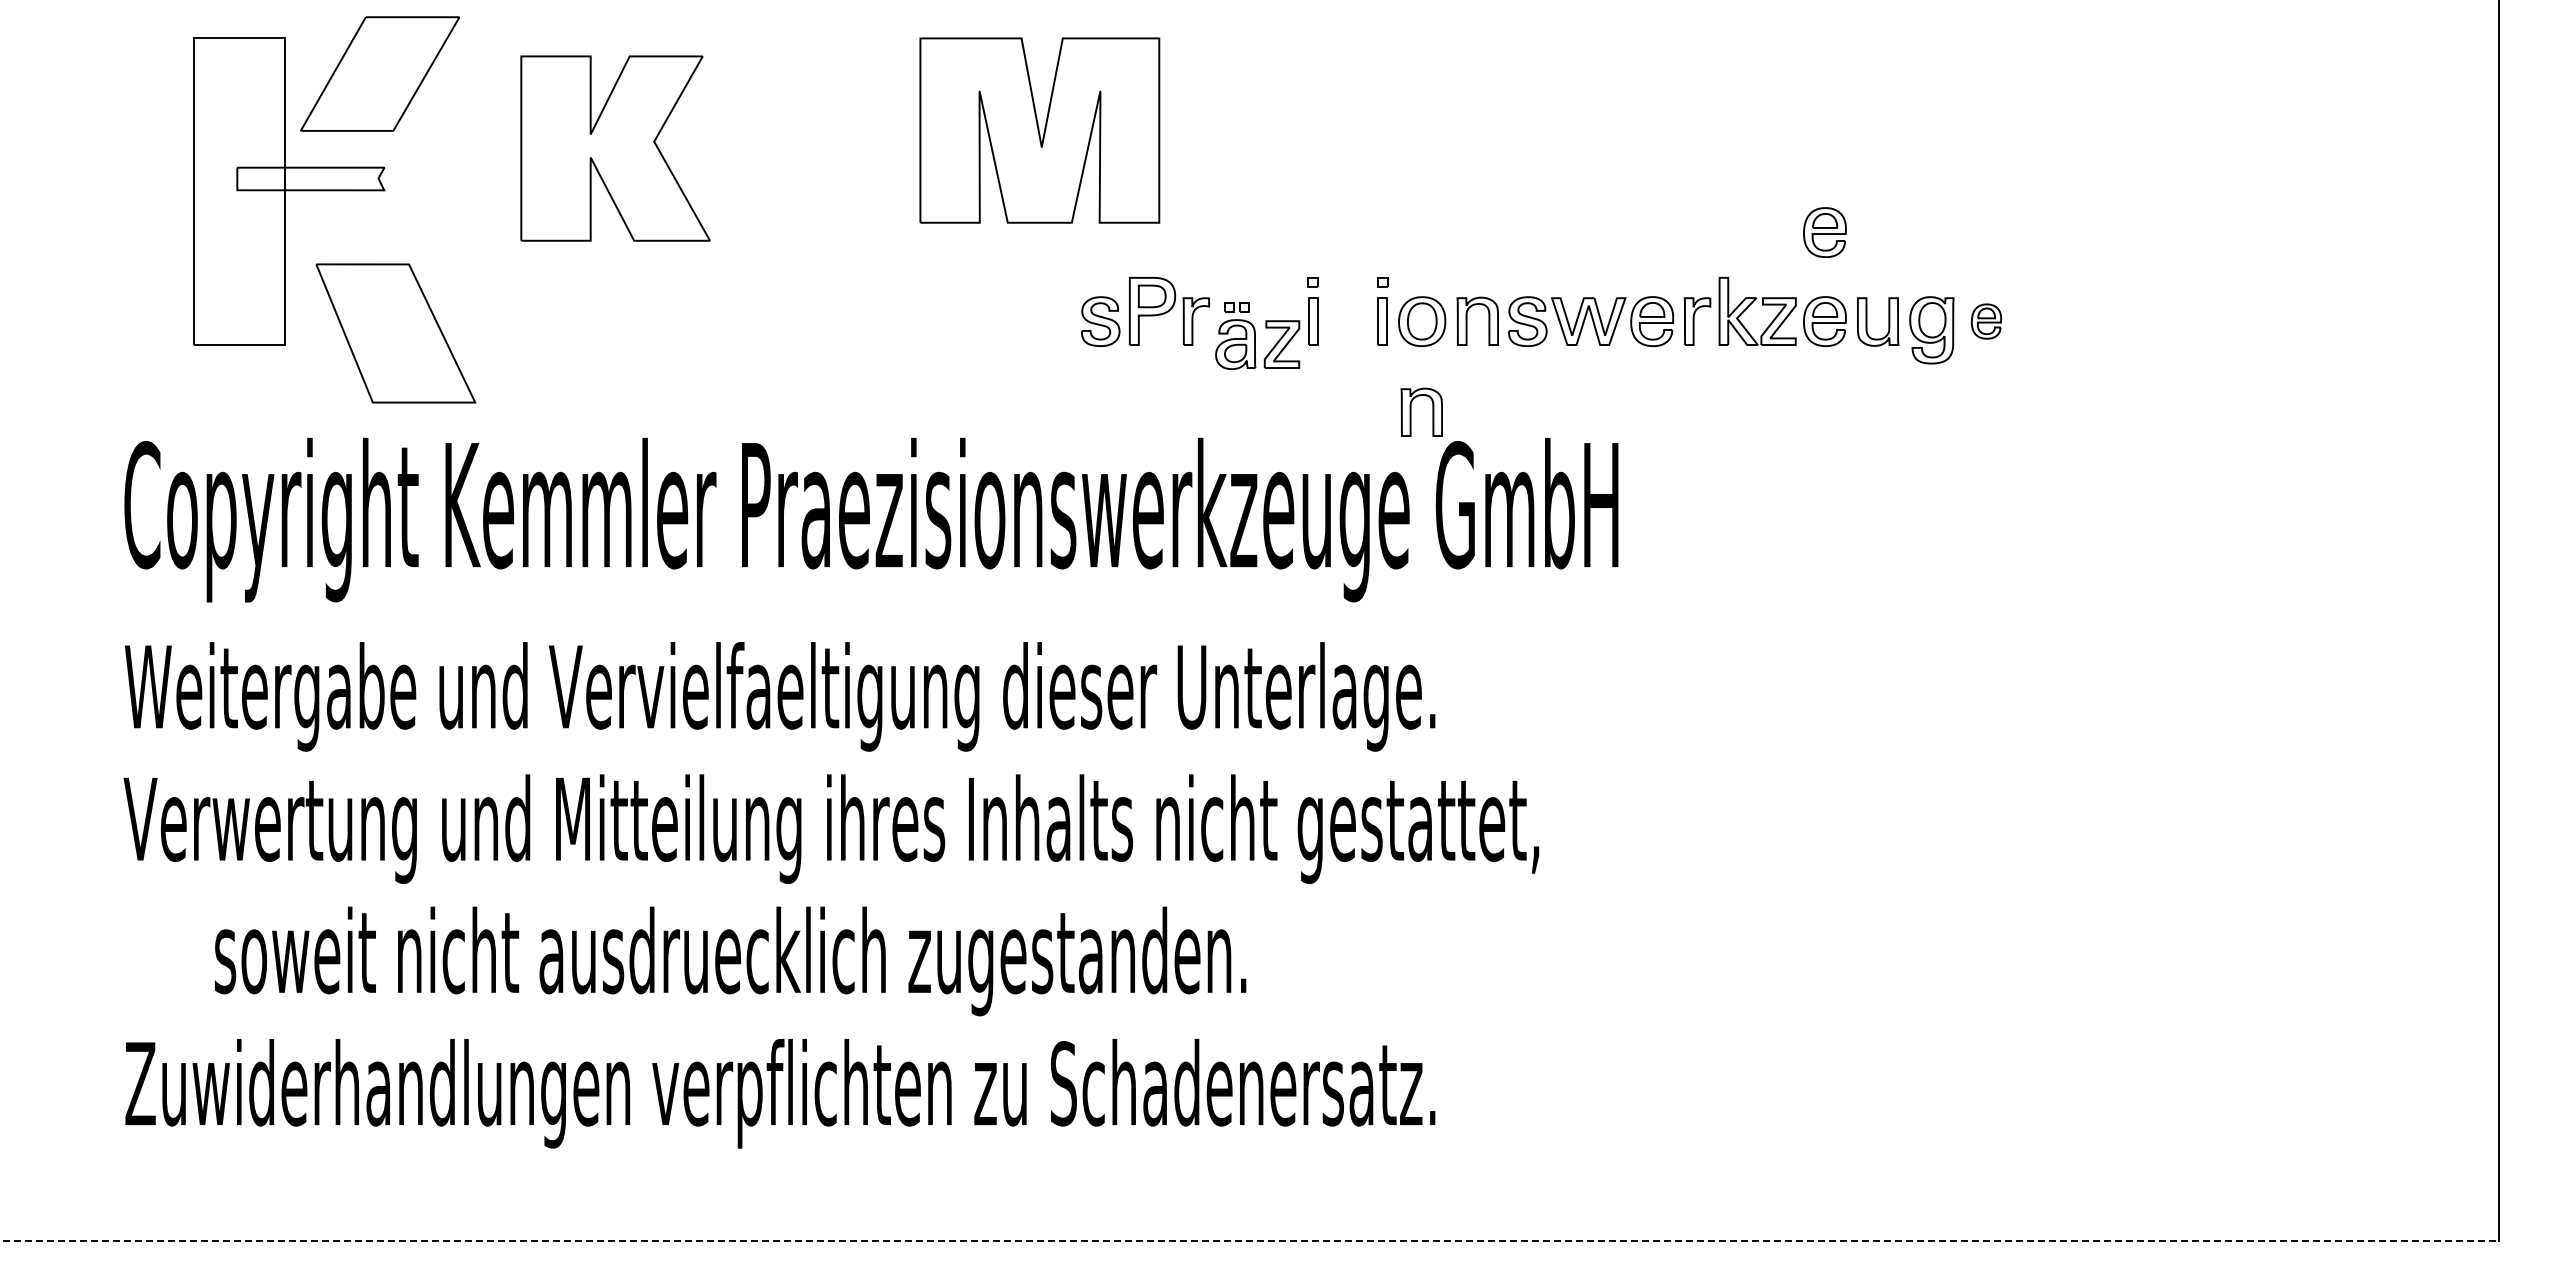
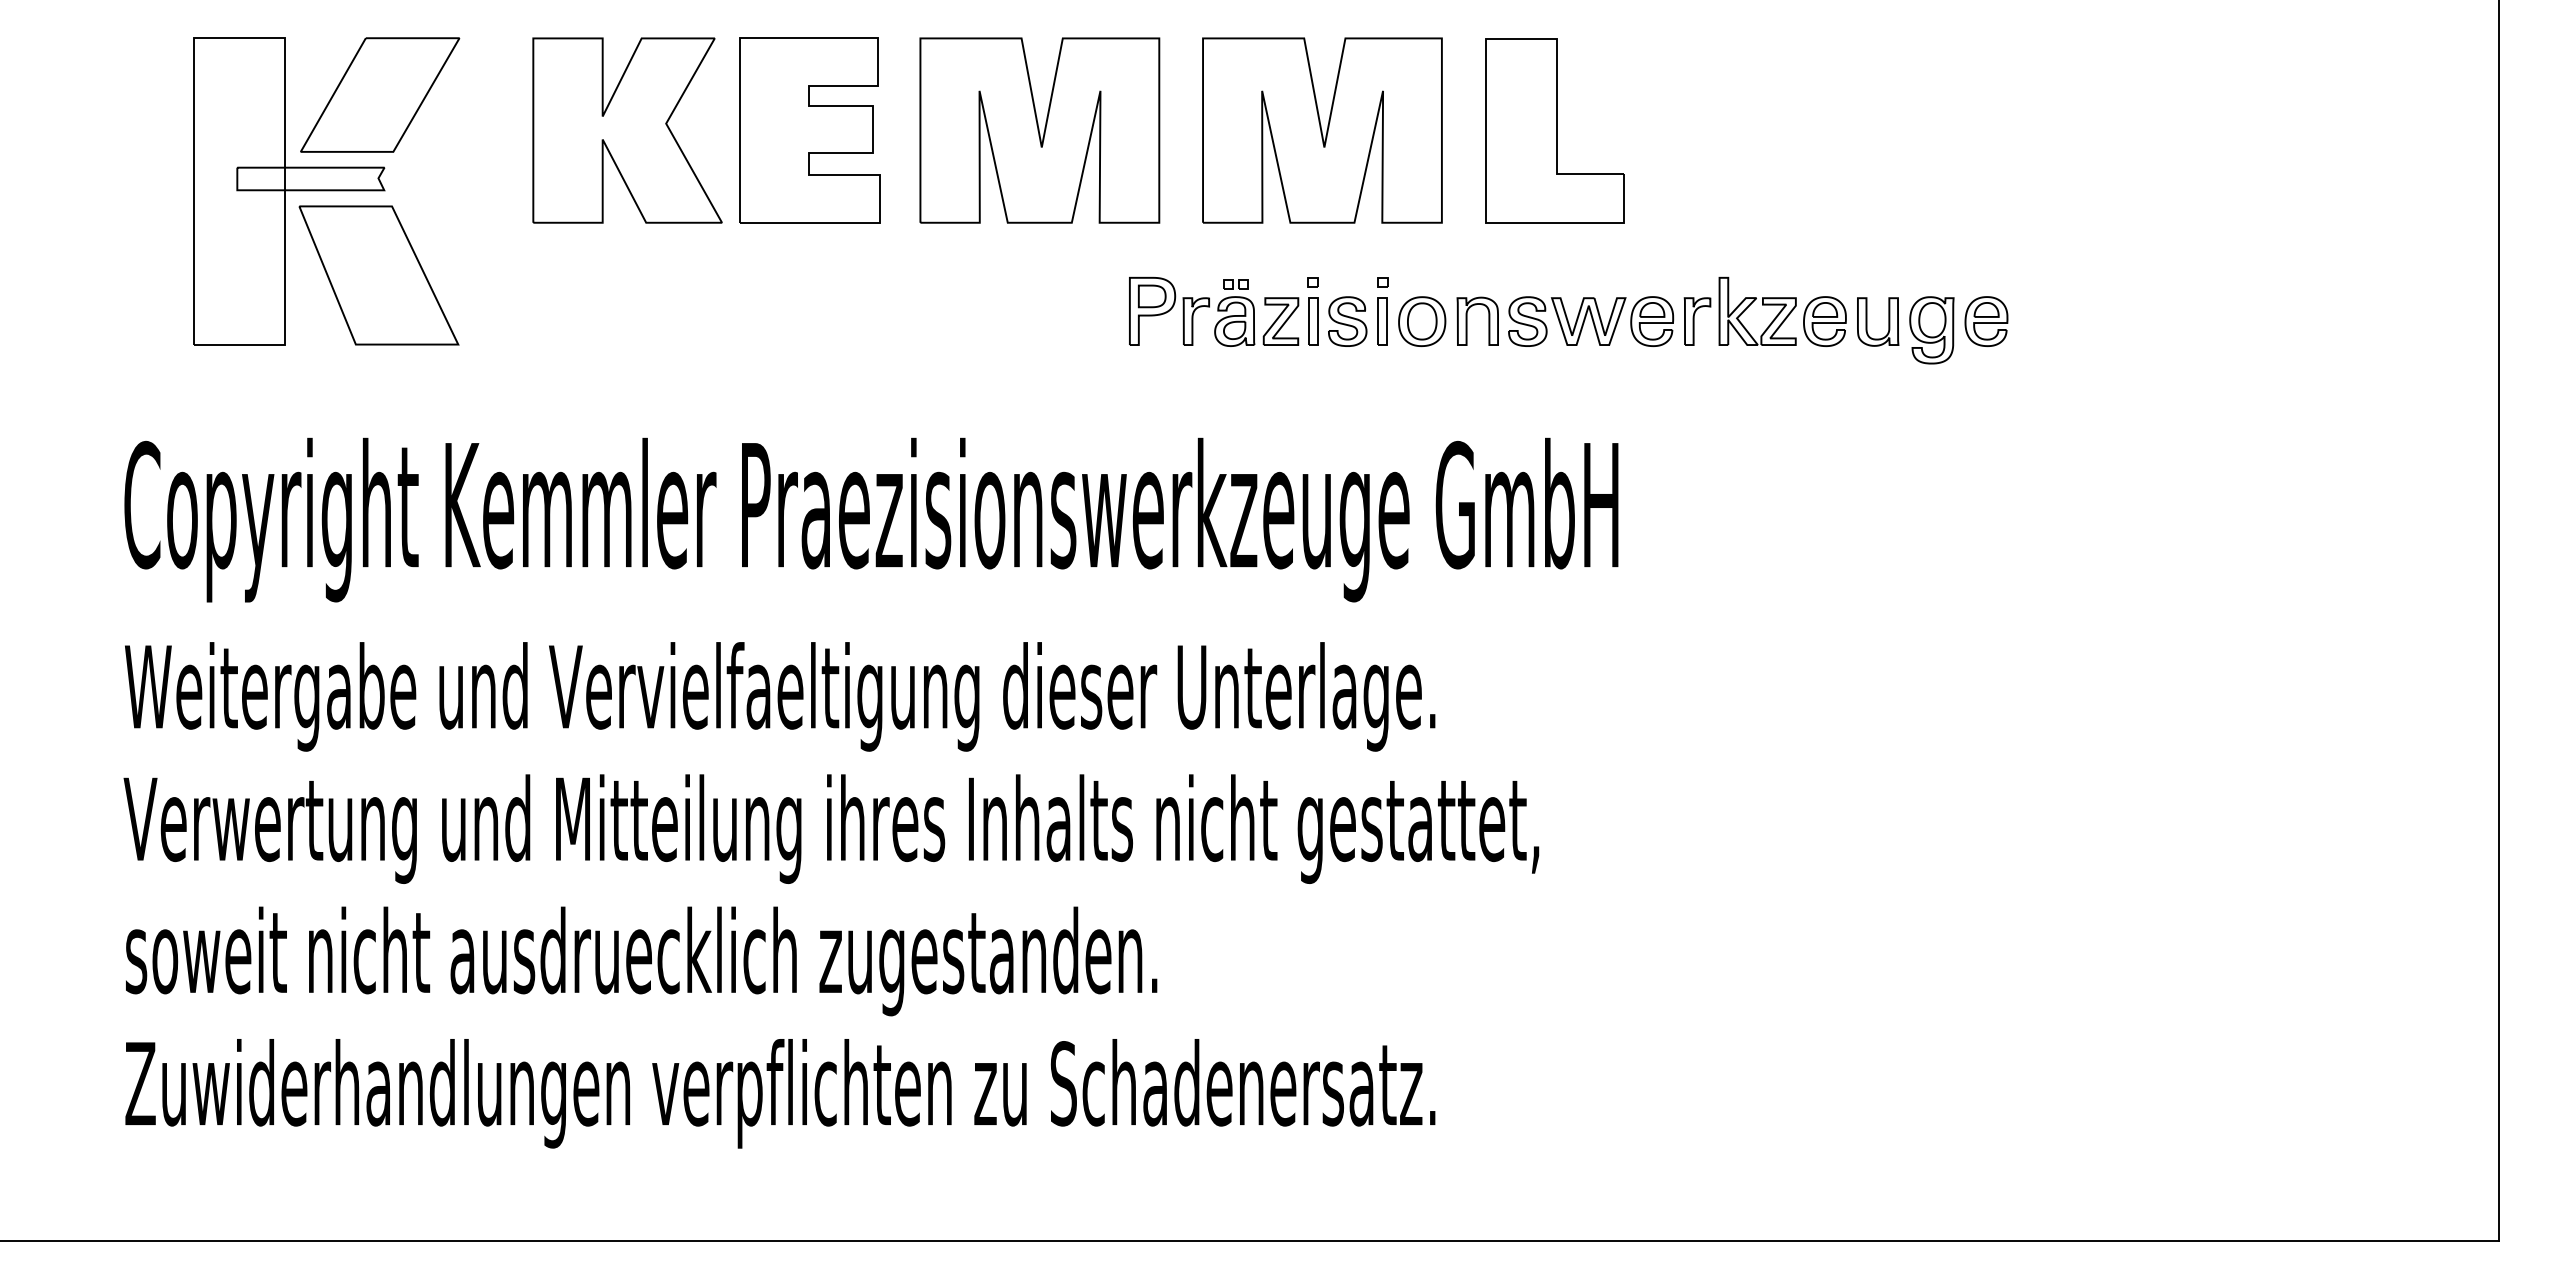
part at (380, 73) position: (380, 73) -> (380, 94)
part at (809, 130): none -> present
part at (1322, 130): none -> present
part at (1554, 130): none -> present
part at (615, 148) position: (615, 148) -> (627, 130)
part at (1824, 232): present -> none
part at (1100, 321) position: (1100, 321) -> (1347, 321)
part at (1986, 321) size: 33x37 px -> 45x51 px
part at (395, 333) position: (395, 333) -> (378, 275)
part at (1257, 335) position: (1257, 335) -> (1256, 312)
part at (1411, 411): present -> none
text at (730, 961) position: (730, 961) -> (641, 961)
line at (1249, 1240): dashed -> solid
